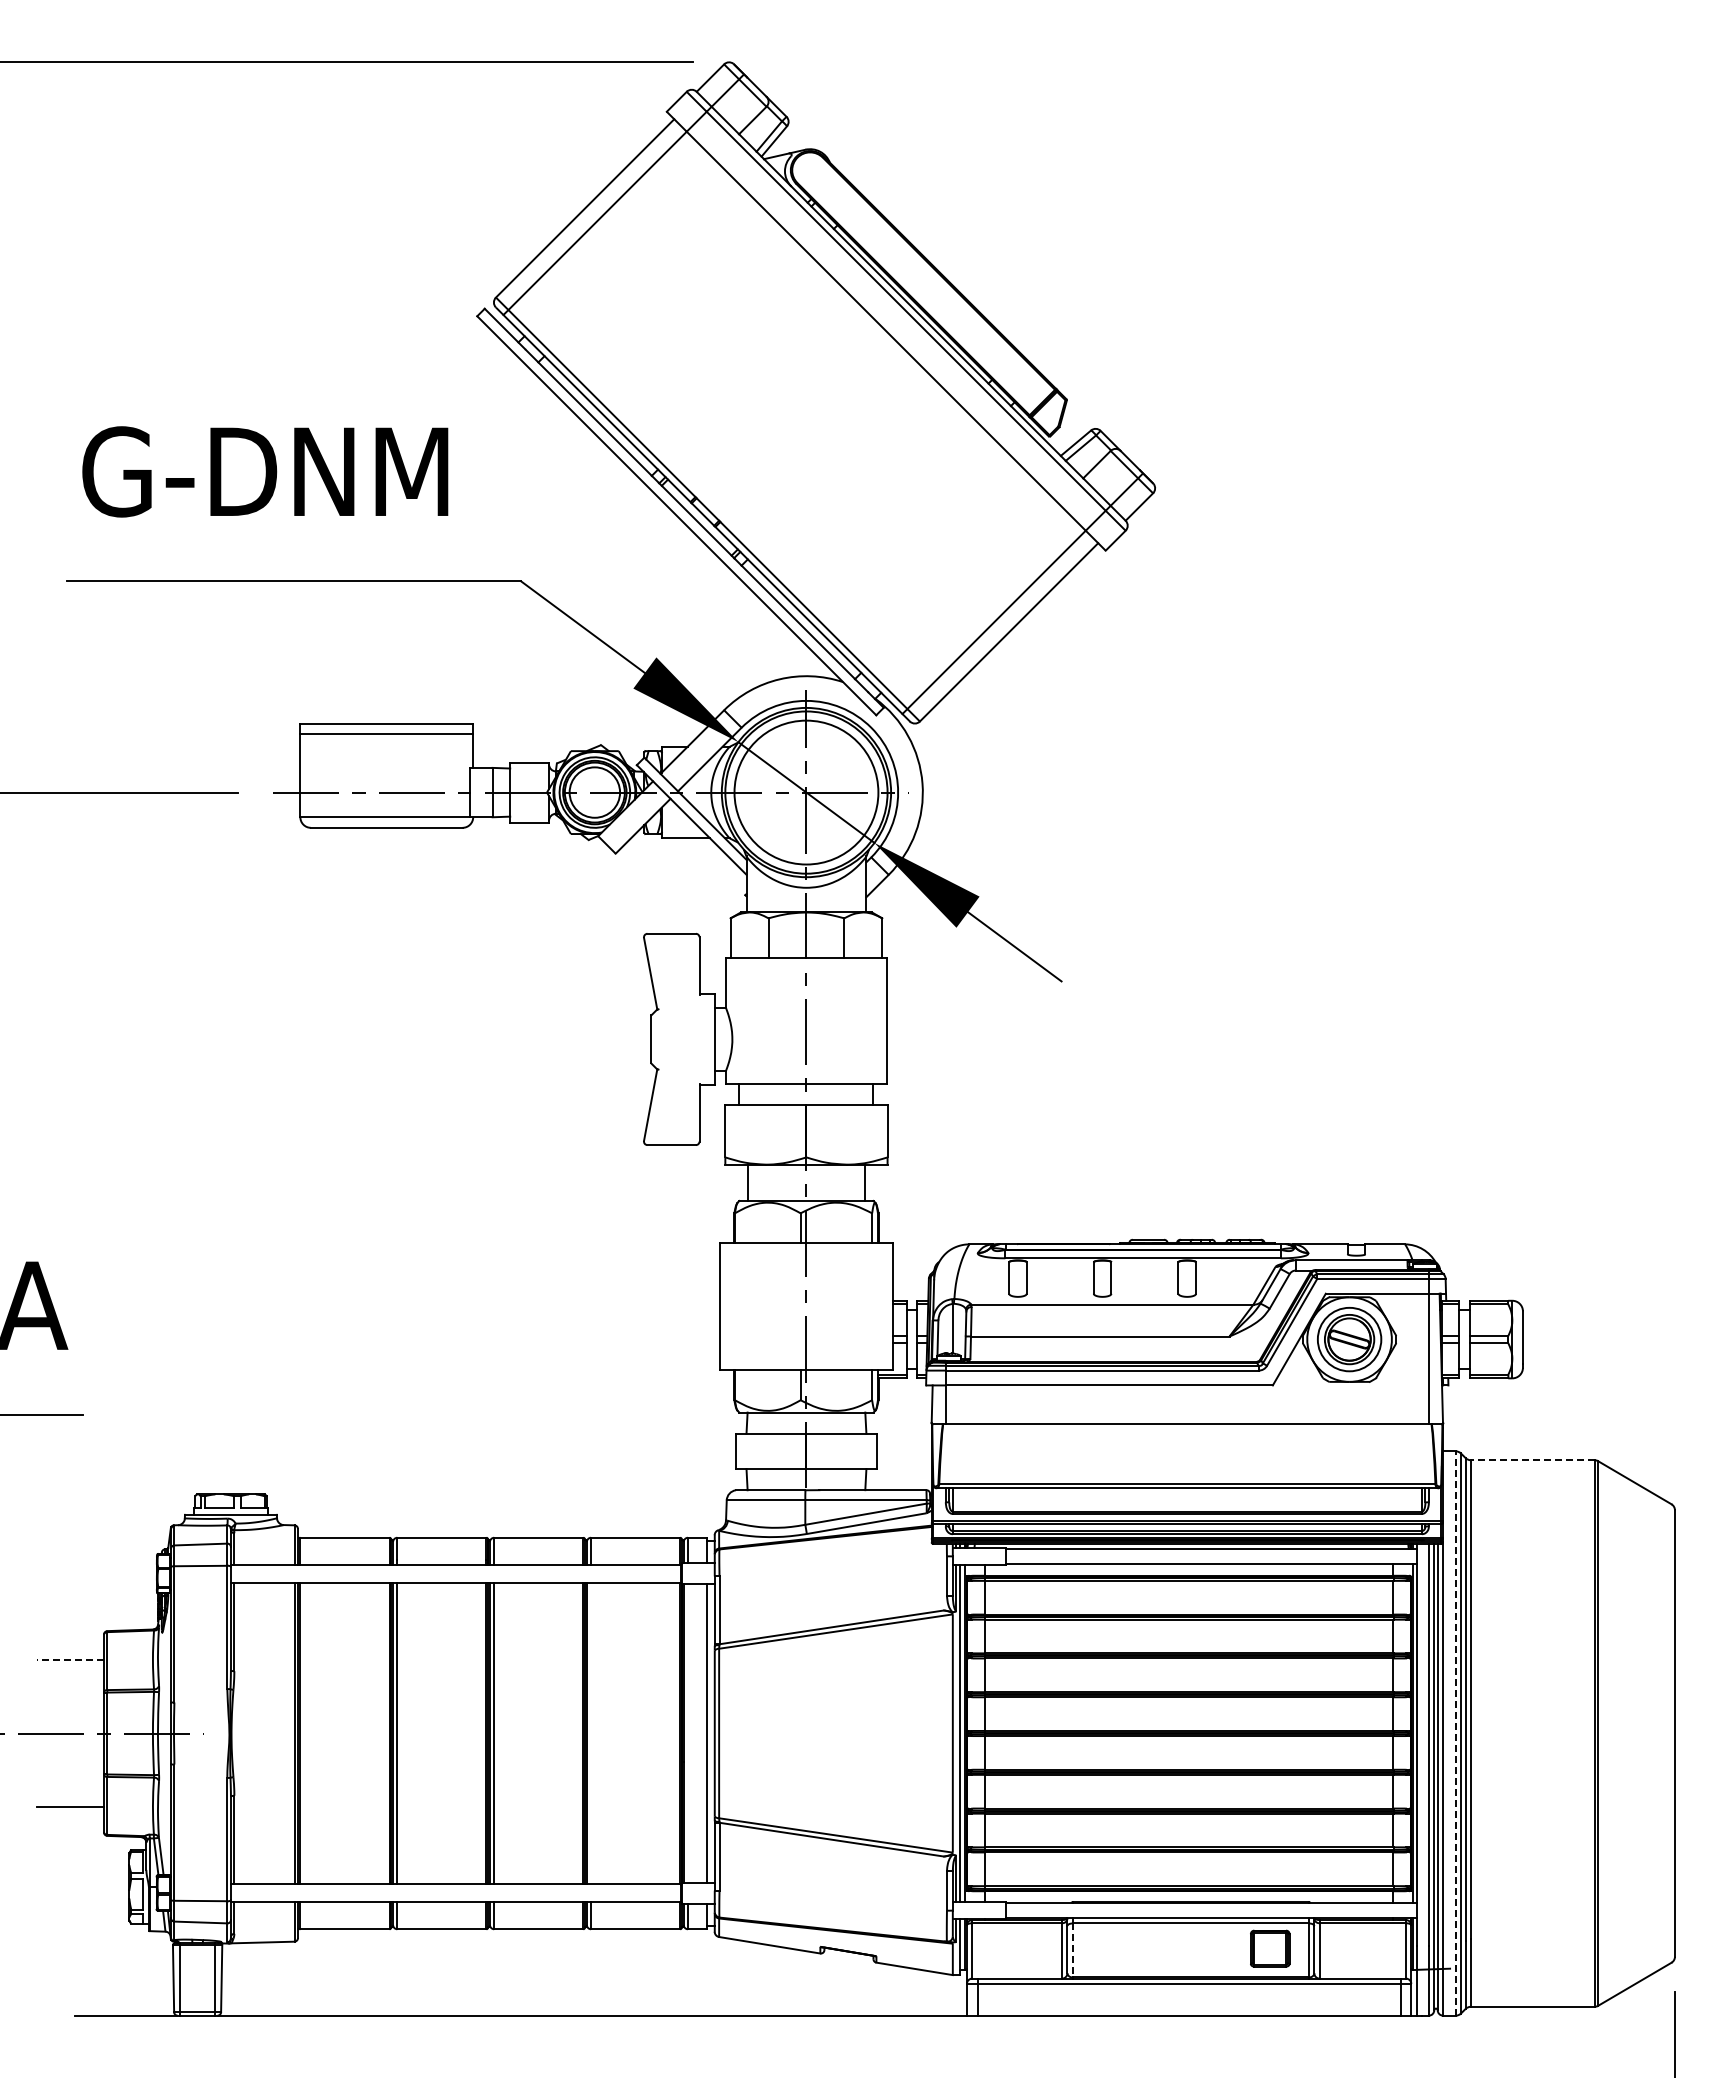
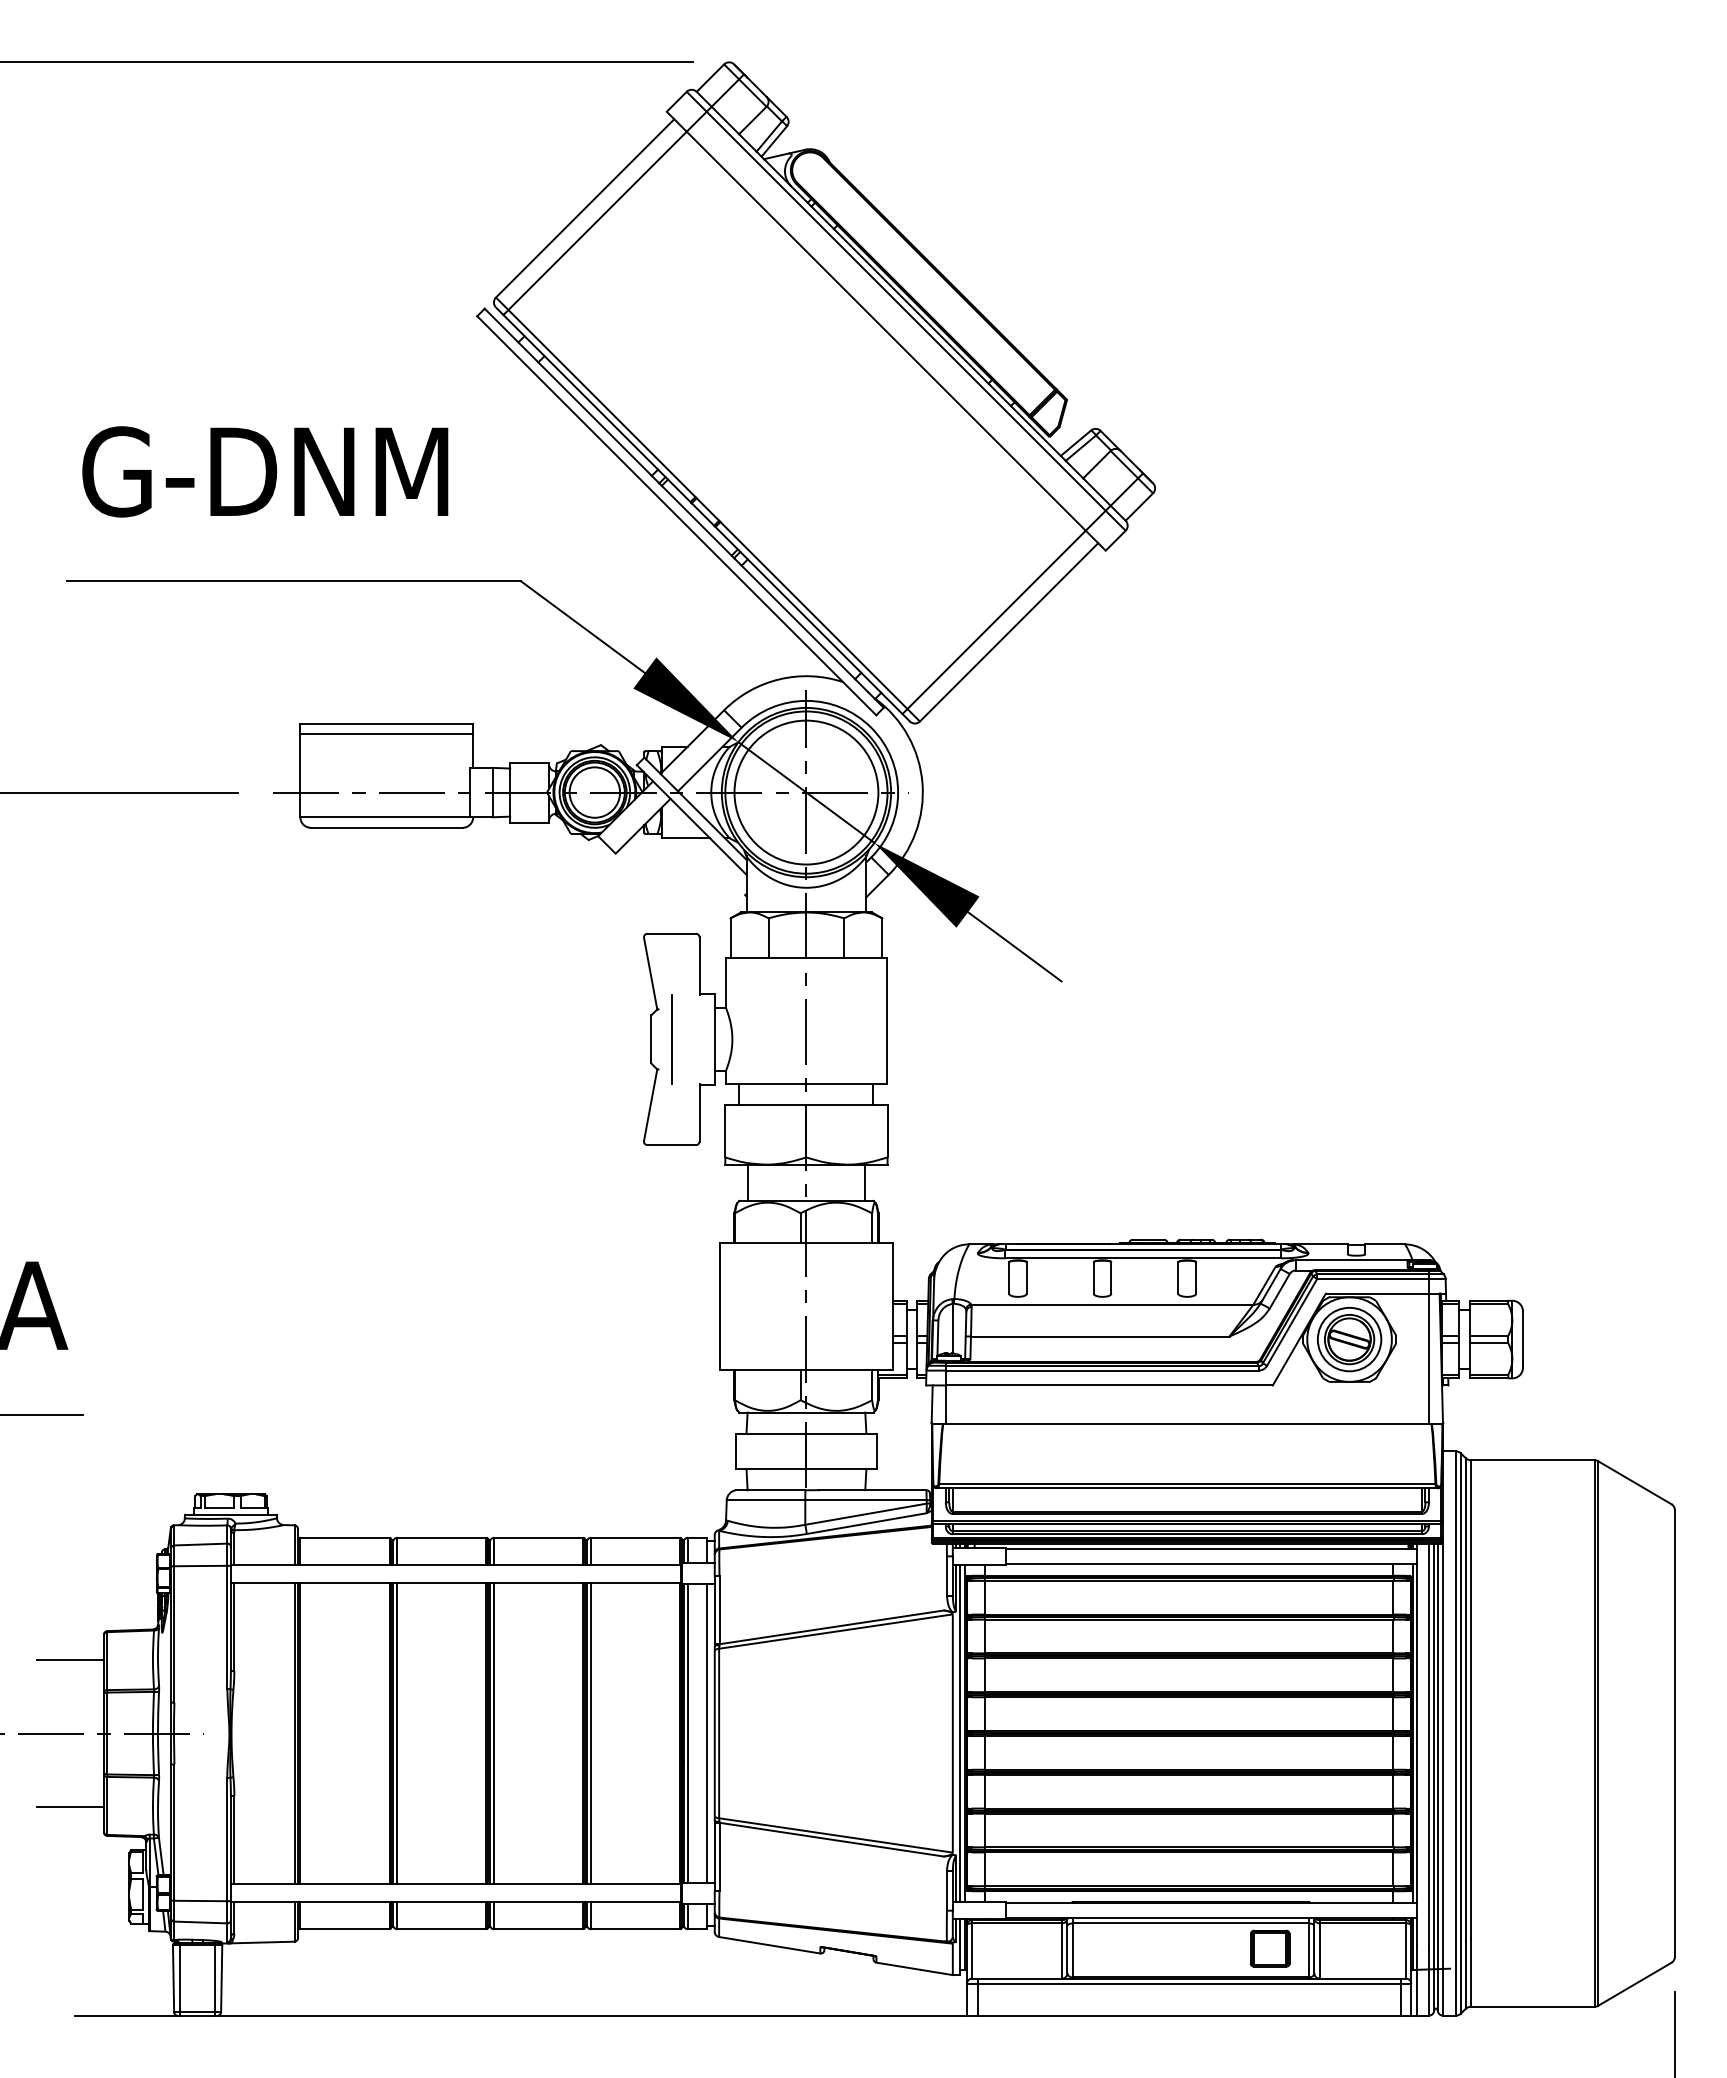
line at (672, 1039): none -> present
line at (1532, 1460): dashed -> solid
line at (70, 1659): dashed -> solid
line at (591, 1733): none -> present
line at (687, 1733): none -> present
line at (1455, 1733): dashed -> solid
line at (1072, 1950): dashed -> solid
